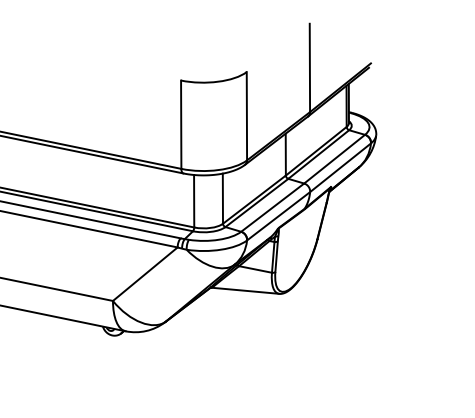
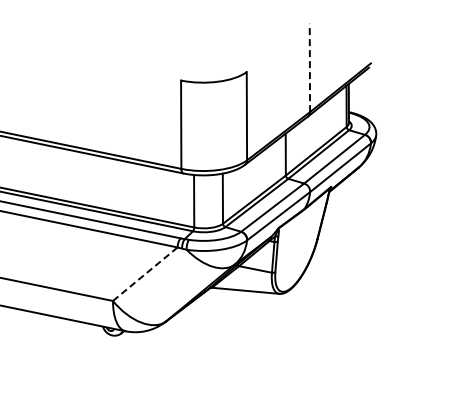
line at (309, 67): solid -> dashed
line at (145, 274): solid -> dashed
